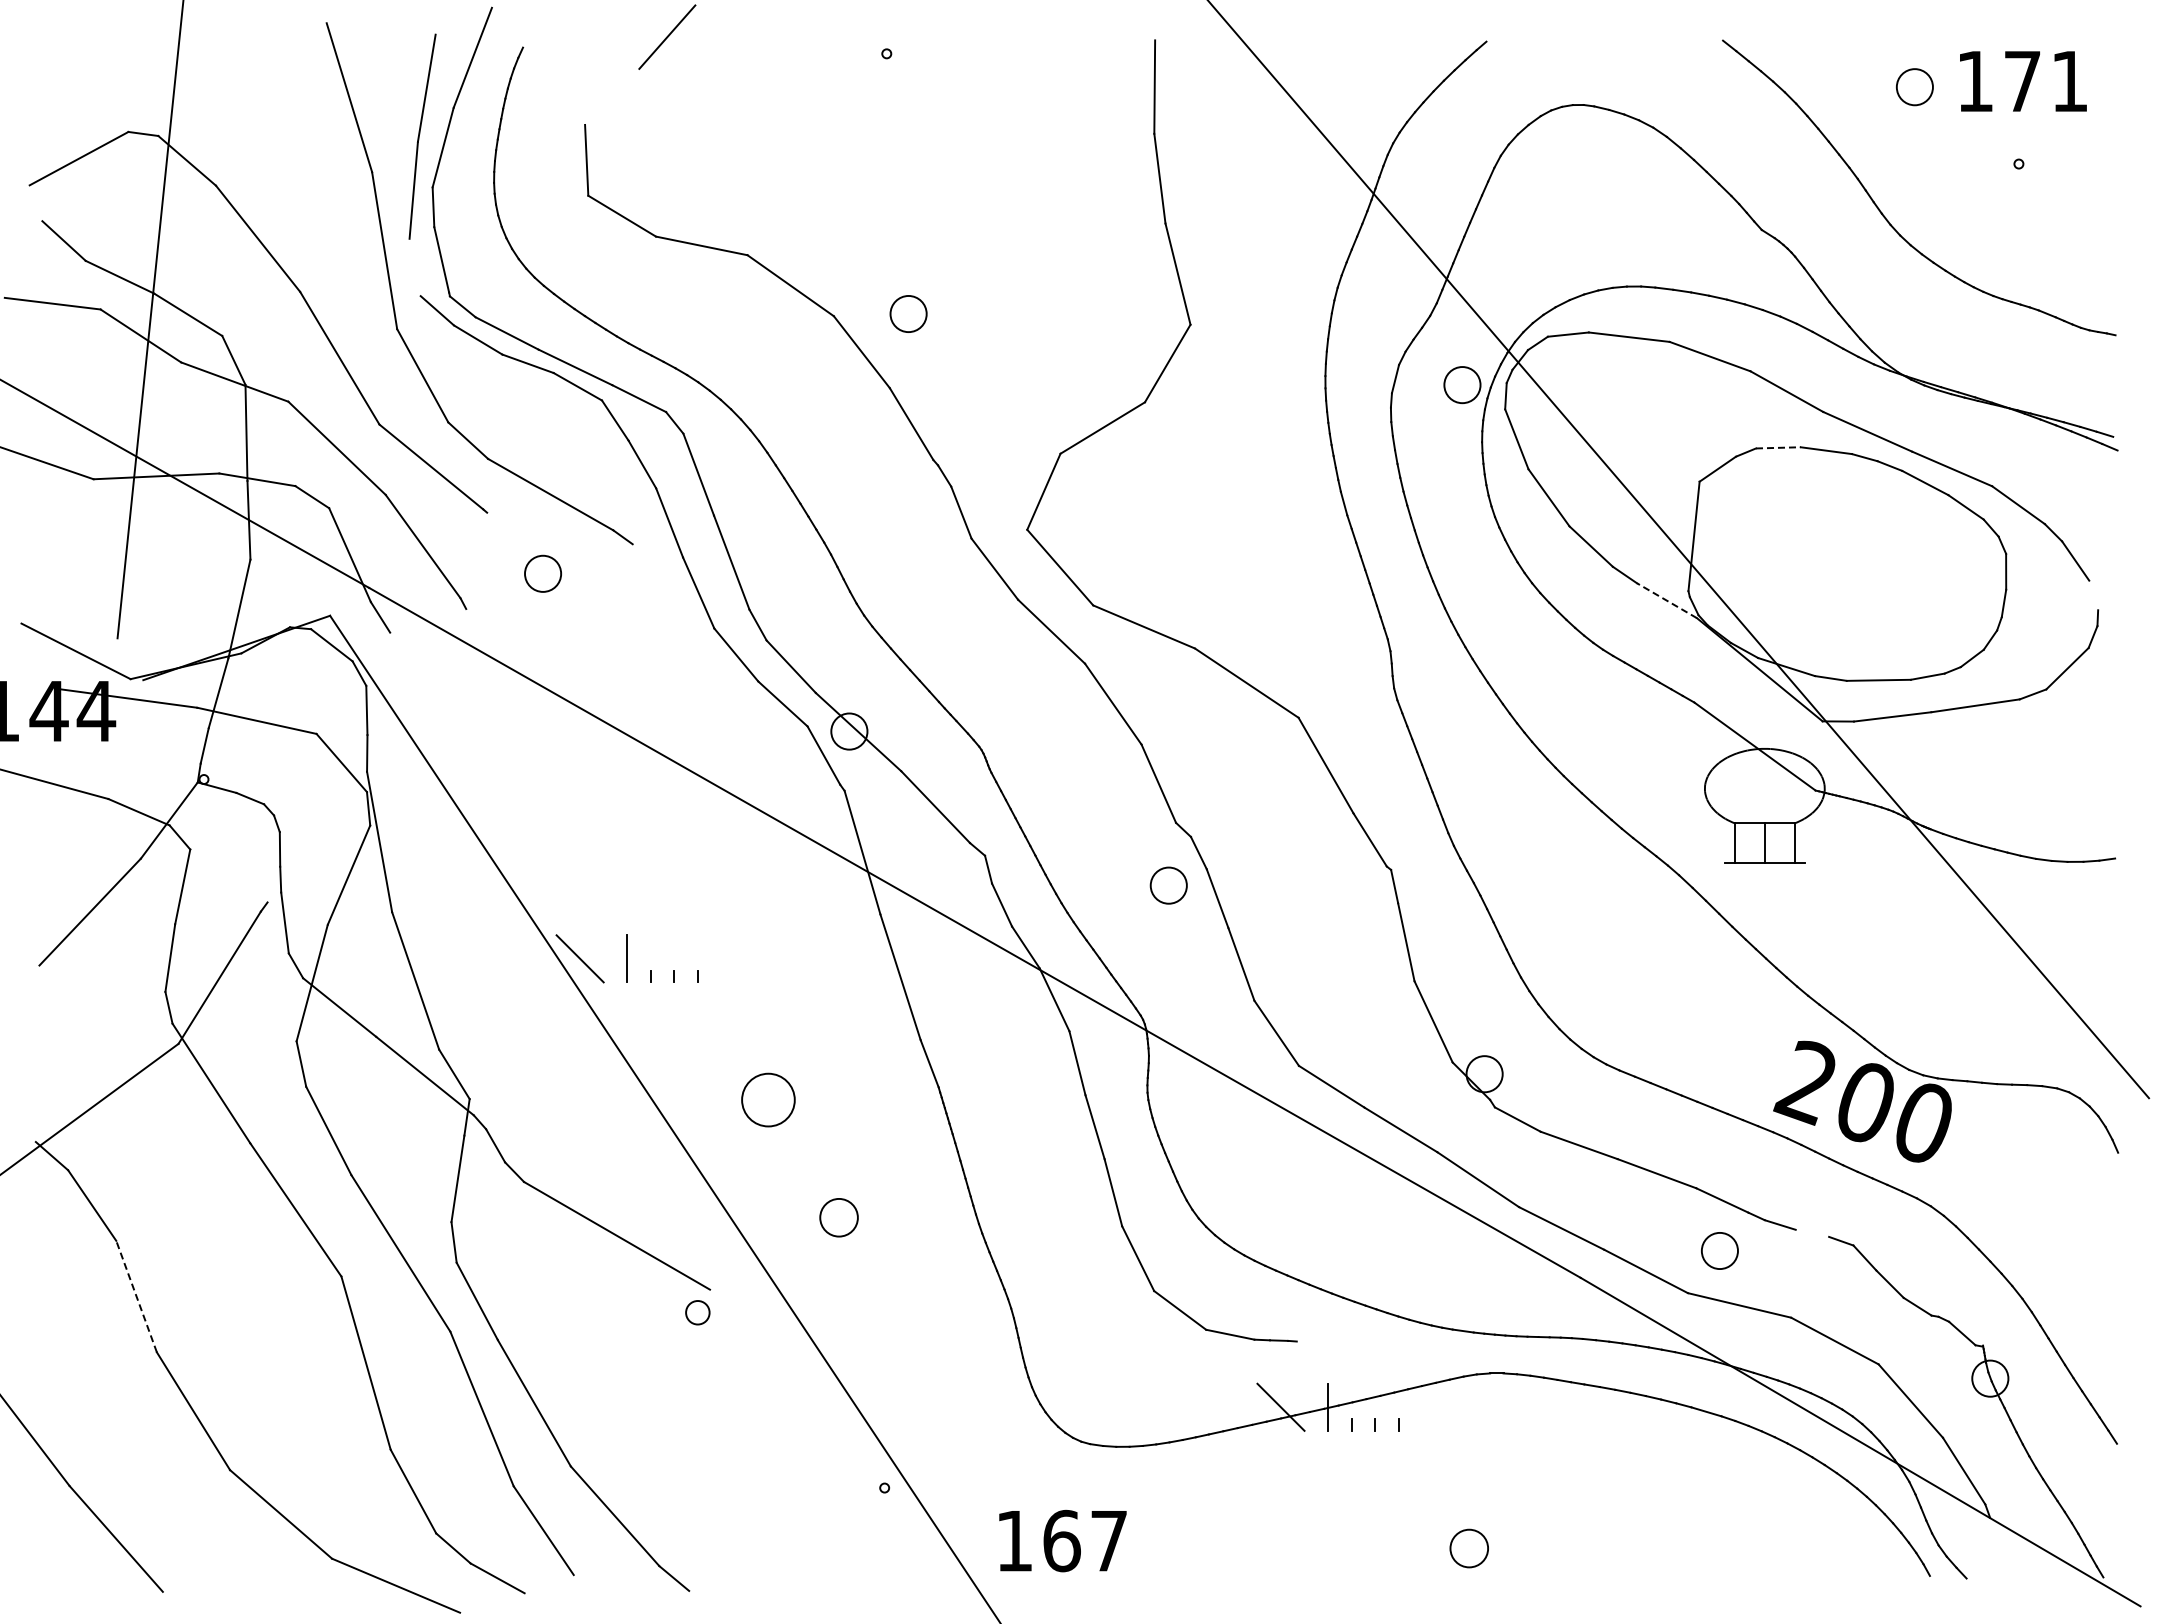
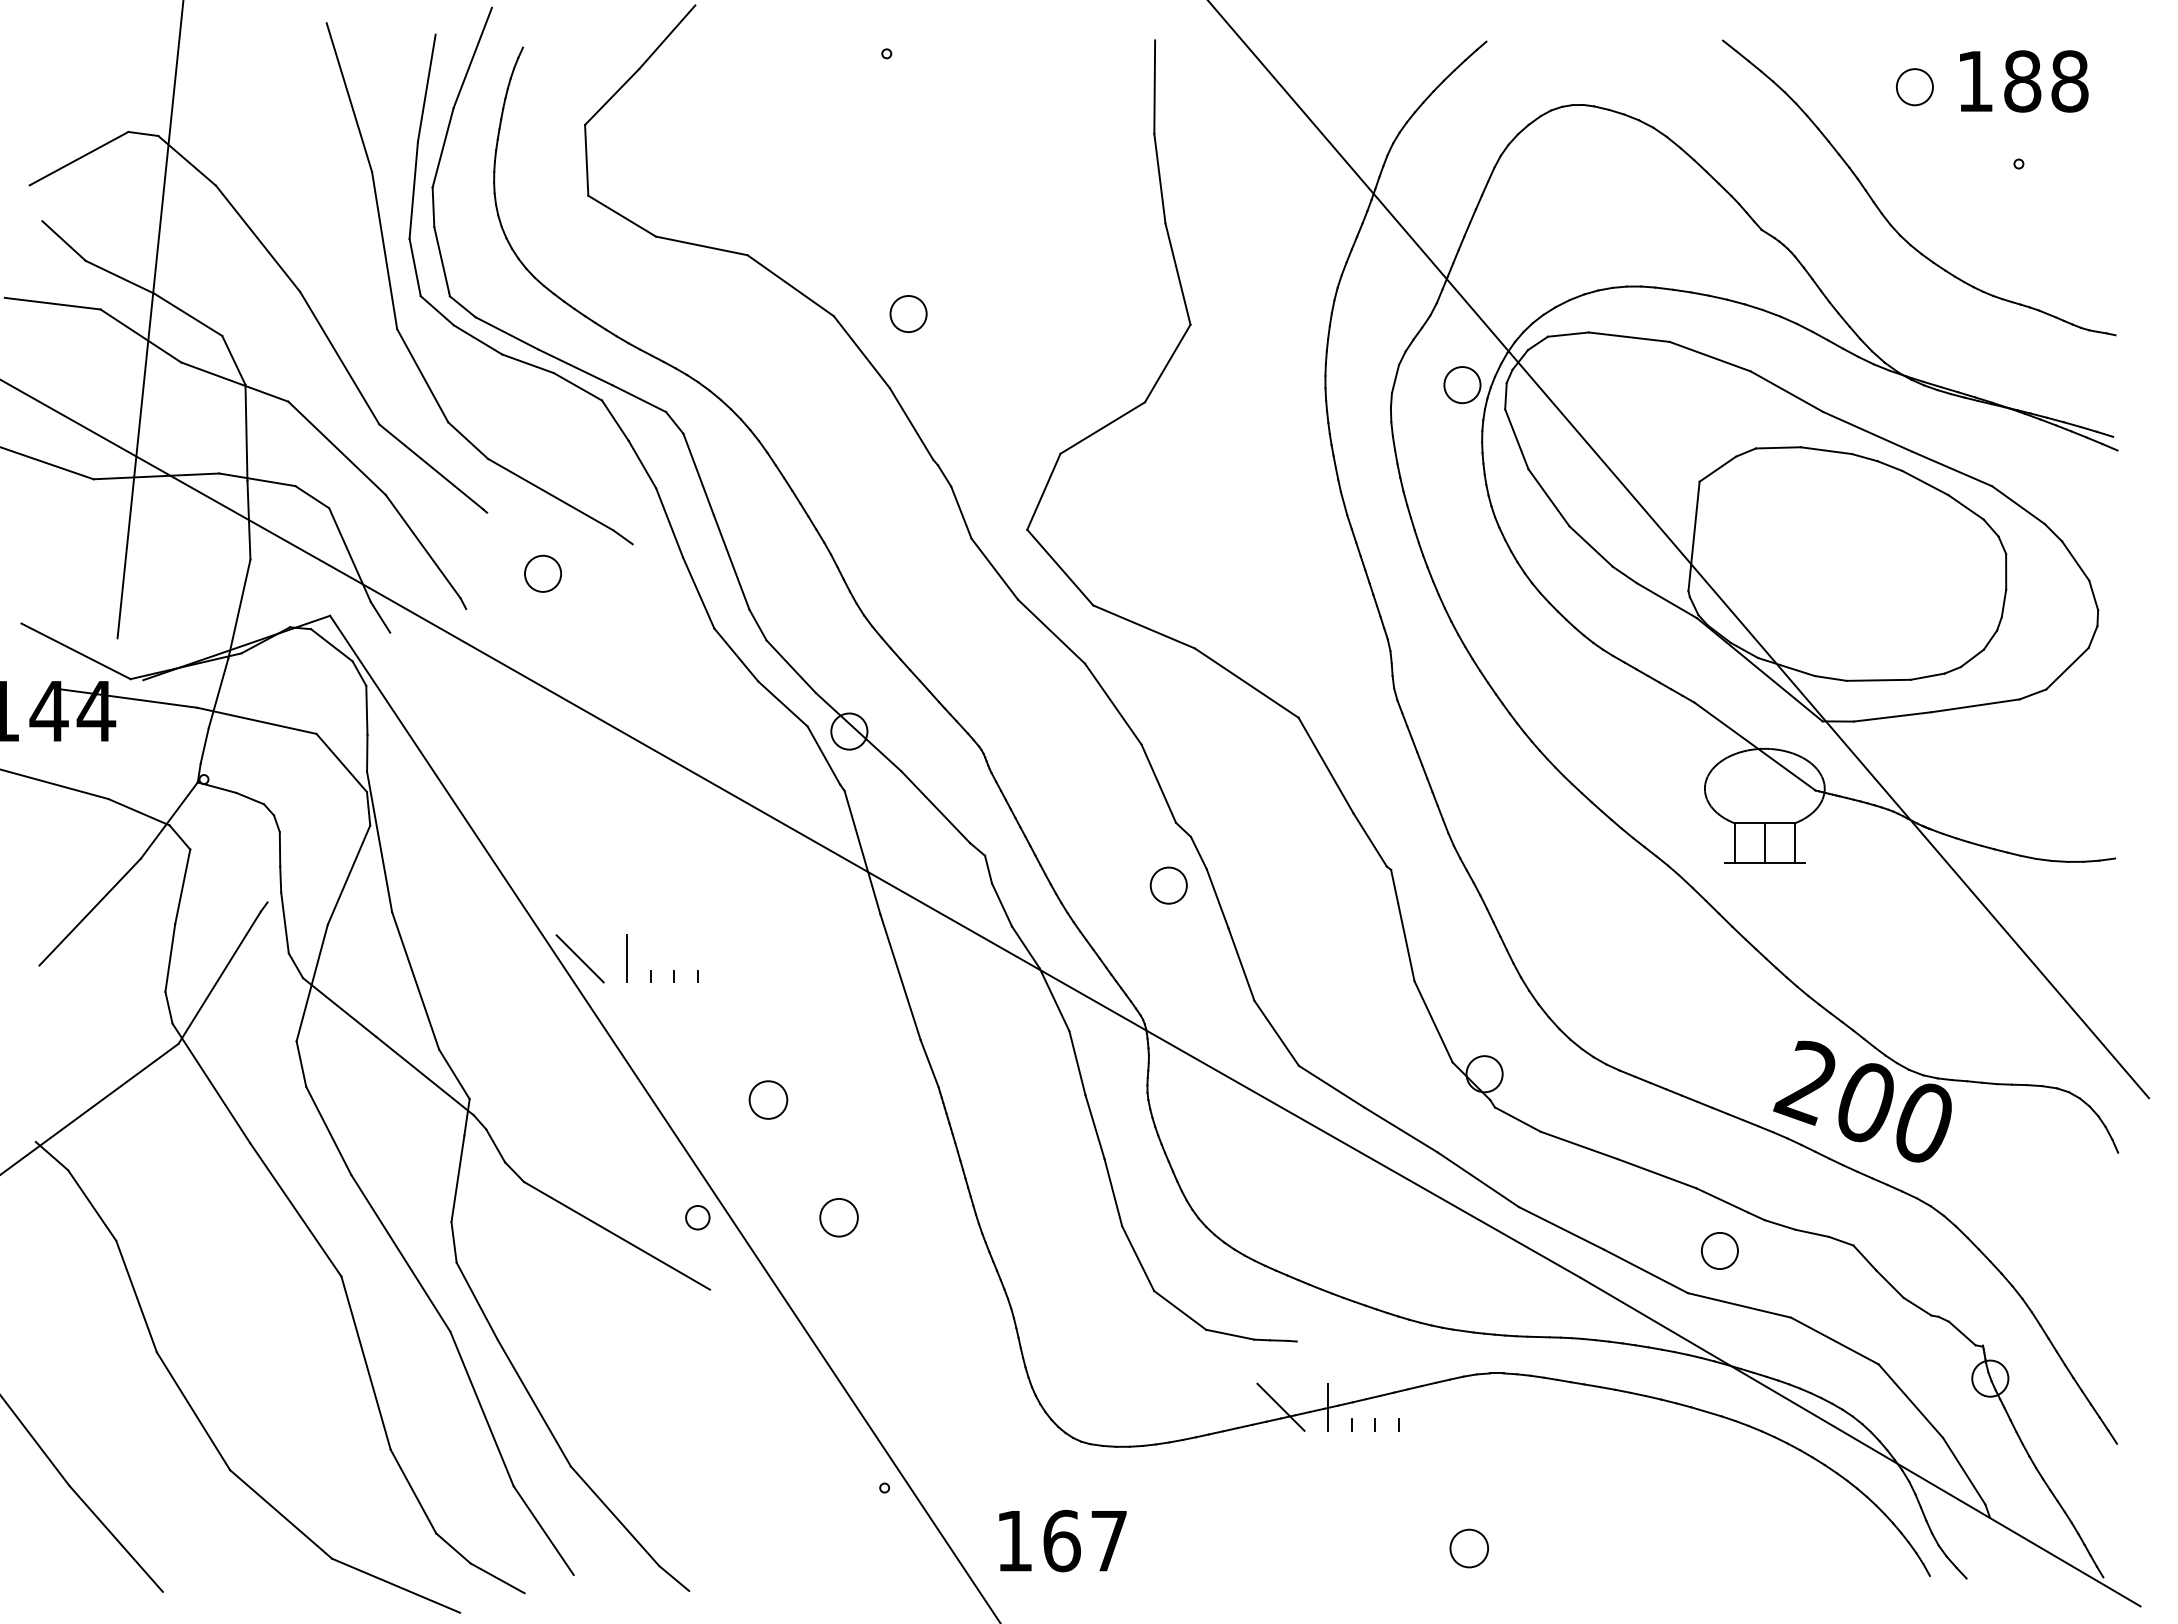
text at (2046, 81): 171 -> 188
line at (612, 96): none -> present
line at (414, 267): none -> present
line at (1778, 447): dashed -> solid
line at (2093, 595): none -> present
line at (1666, 600): dashed -> solid
circle at (768, 1099) size: 55x56 px -> 41x40 px
line at (1812, 1232): none -> present
line at (136, 1296): dashed -> solid
circle at (697, 1312) position: (697, 1312) -> (697, 1217)
